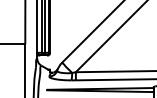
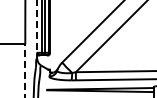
line at (37, 27): solid -> dashed
line at (25, 70): solid -> dashed
